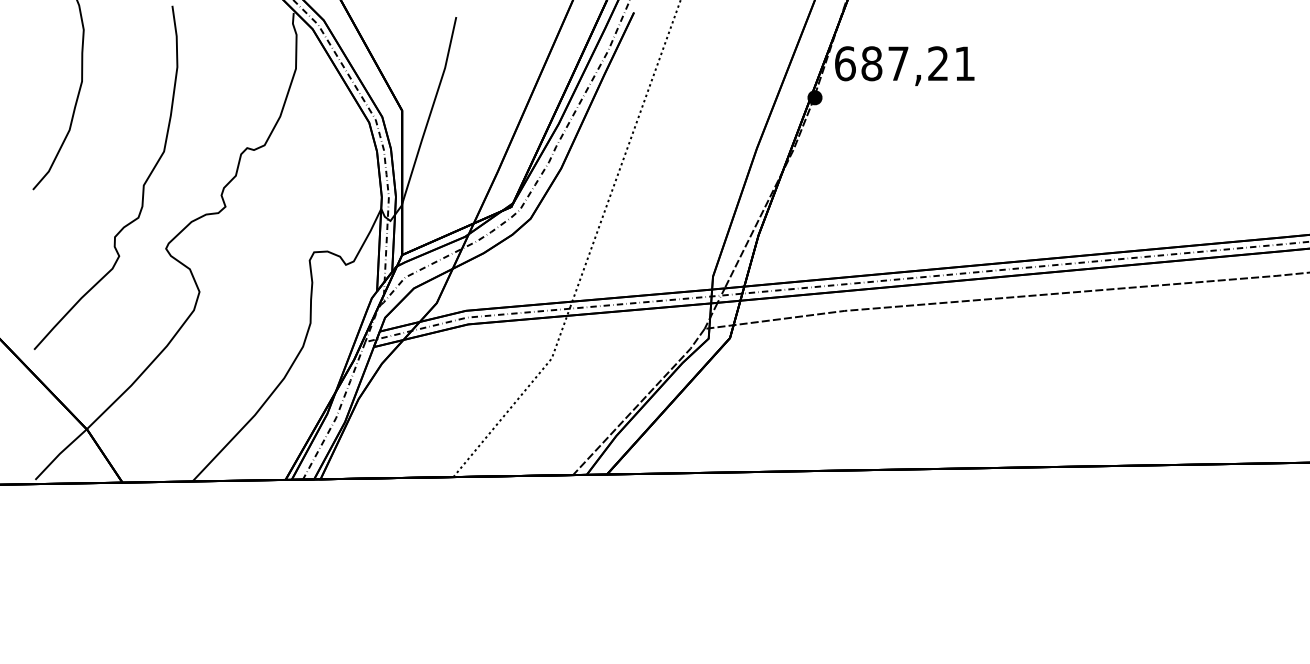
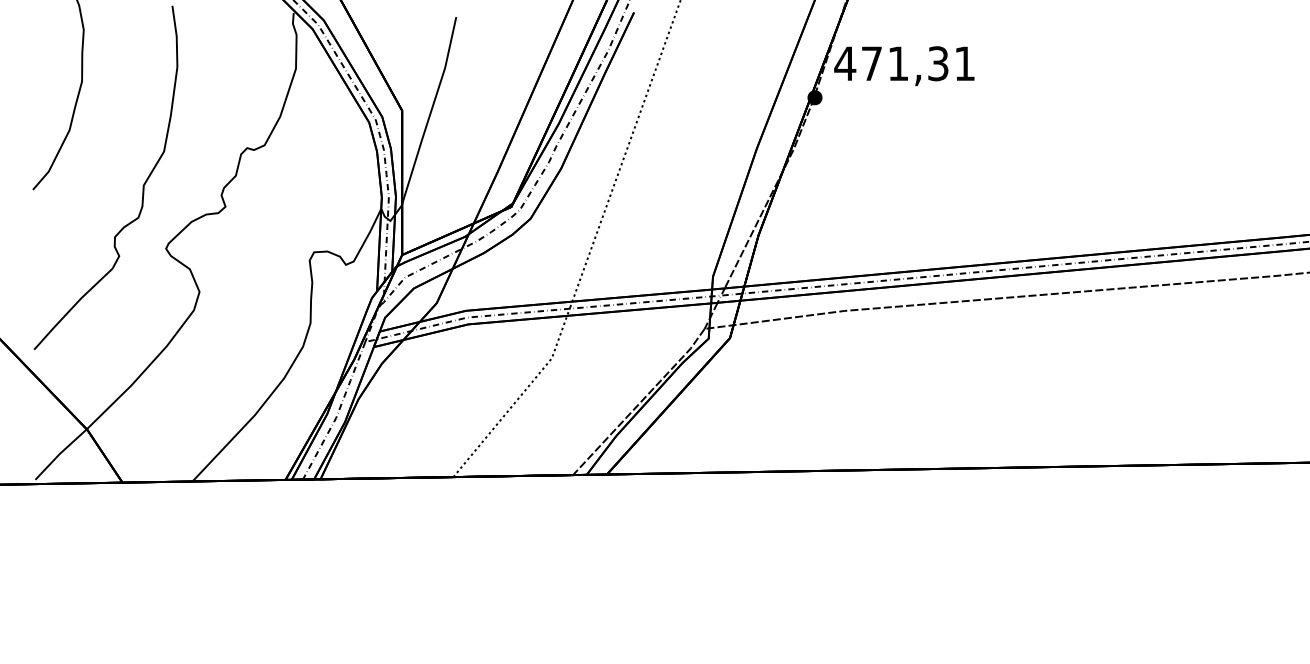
text at (891, 63): 687,21 -> 471,31
